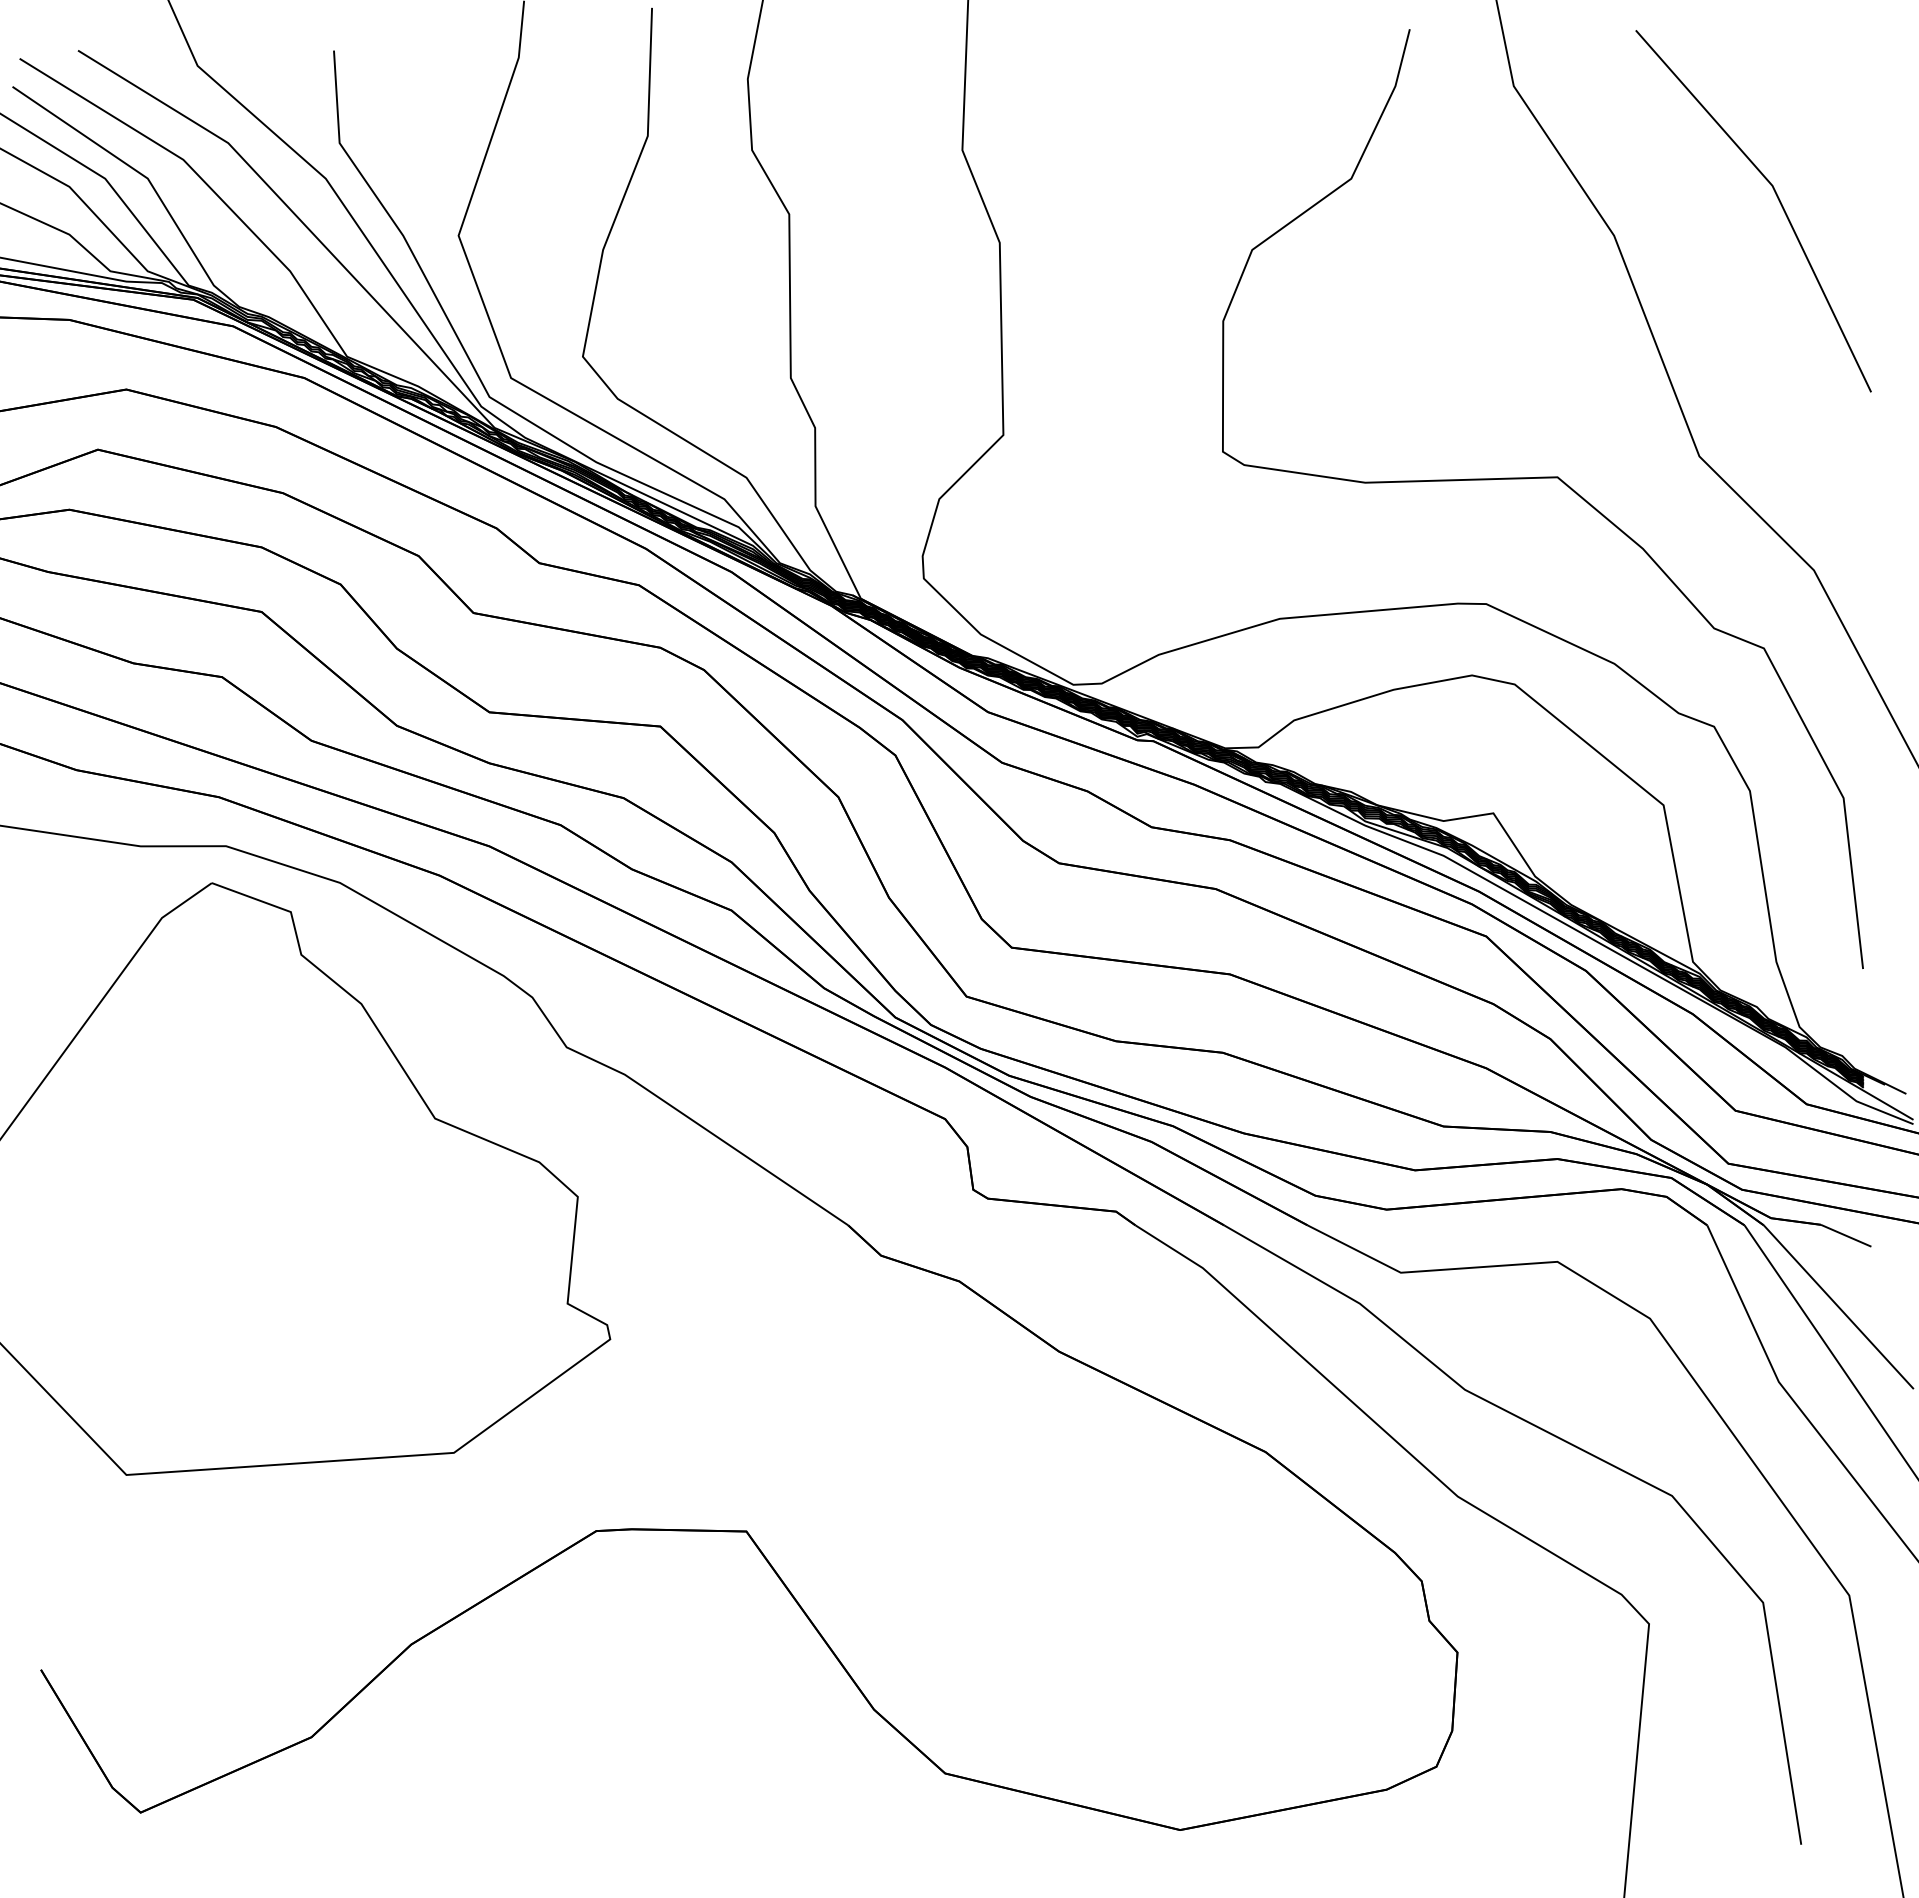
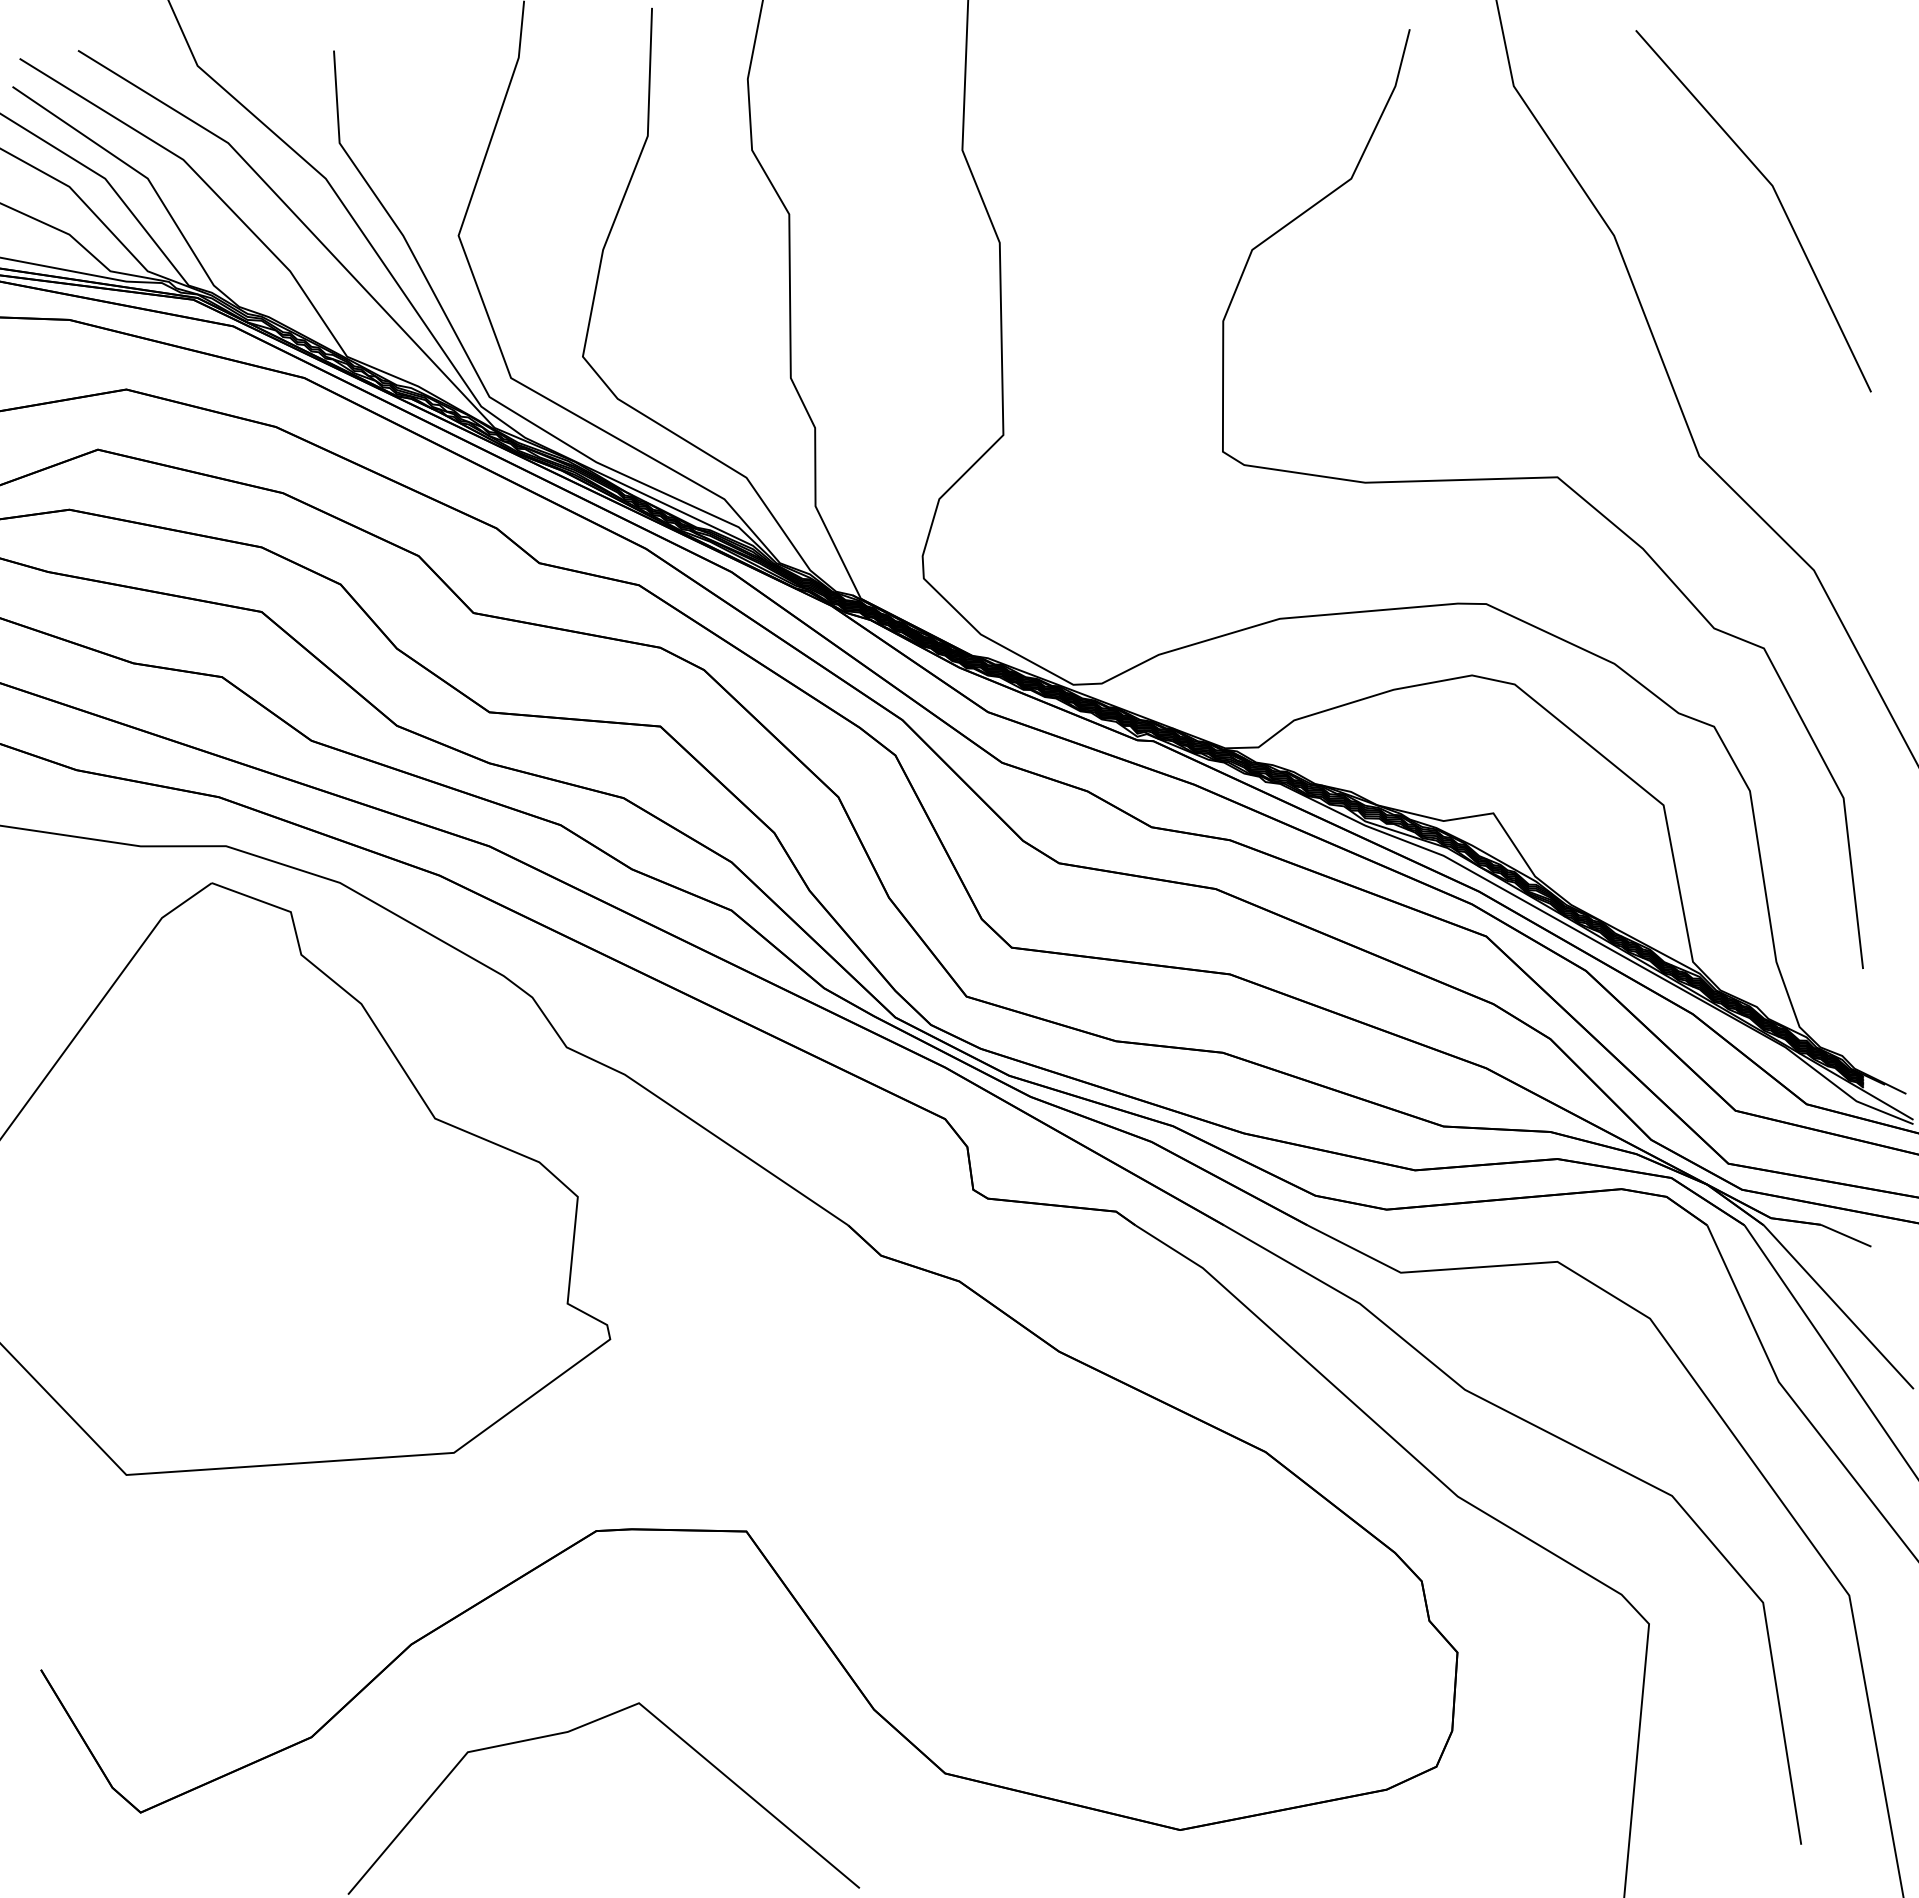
line at (574, 1730): none -> present
